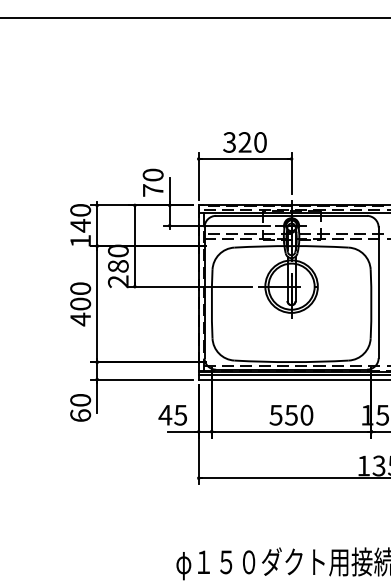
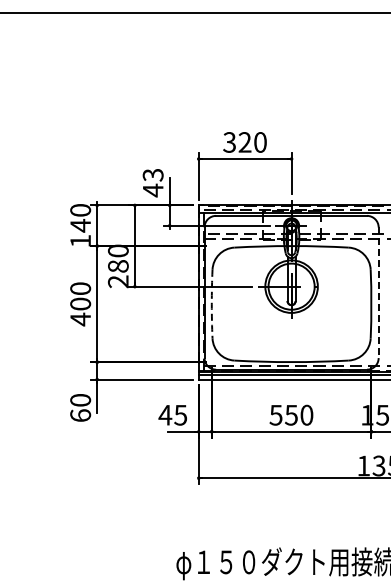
line at (194, 17) position: (194, 17) -> (194, 12)
text at (153, 182): 70 -> 43
line at (378, 293): solid -> dashed
arc at (211, 304): solid -> dashed
